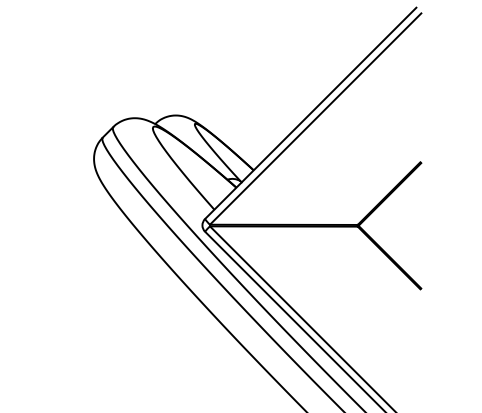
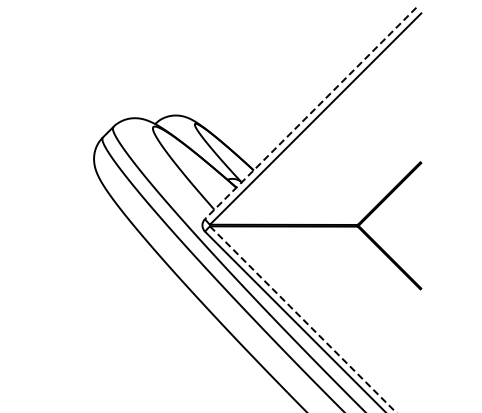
line at (310, 113): solid -> dashed
line at (303, 319): solid -> dashed
